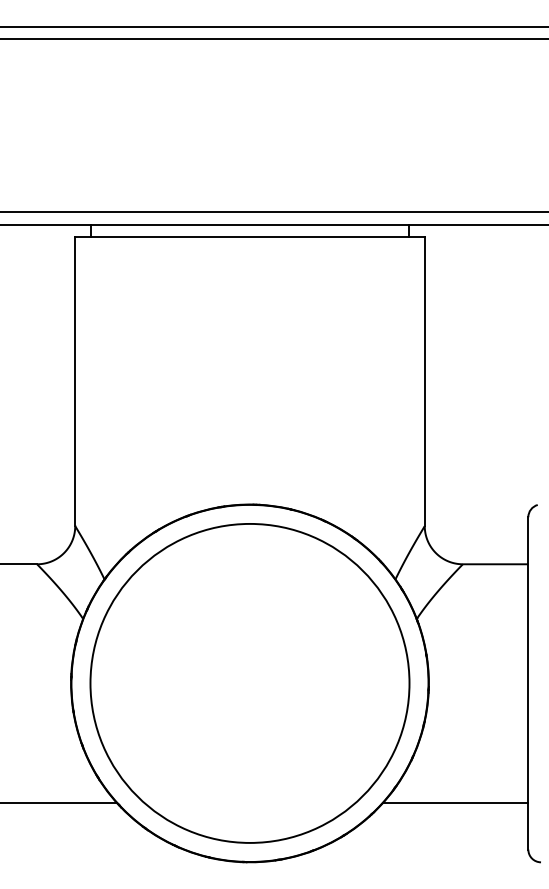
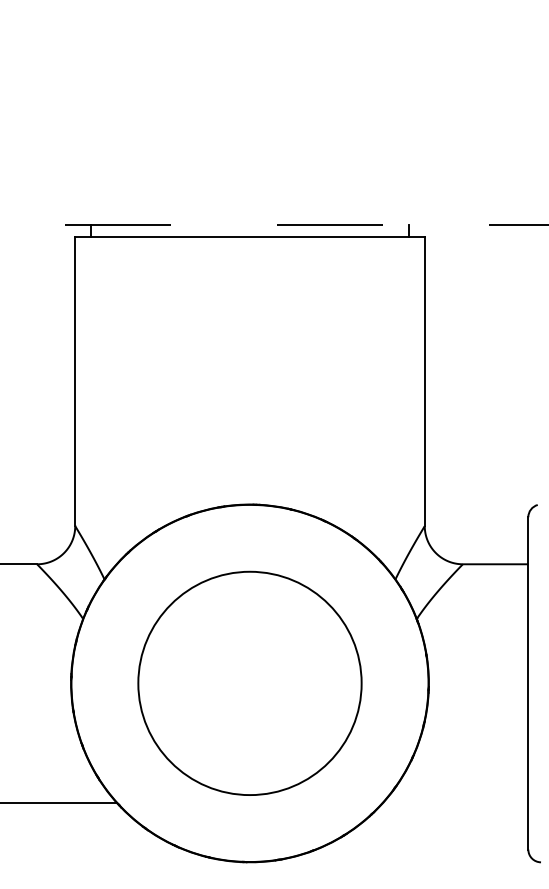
line at (273, 26): present -> none
line at (273, 39): present -> none
line at (273, 212): present -> none
line at (273, 224): solid -> dashed
circle at (249, 682) diameter: 319 px -> 223 px
line at (455, 802): present -> none
